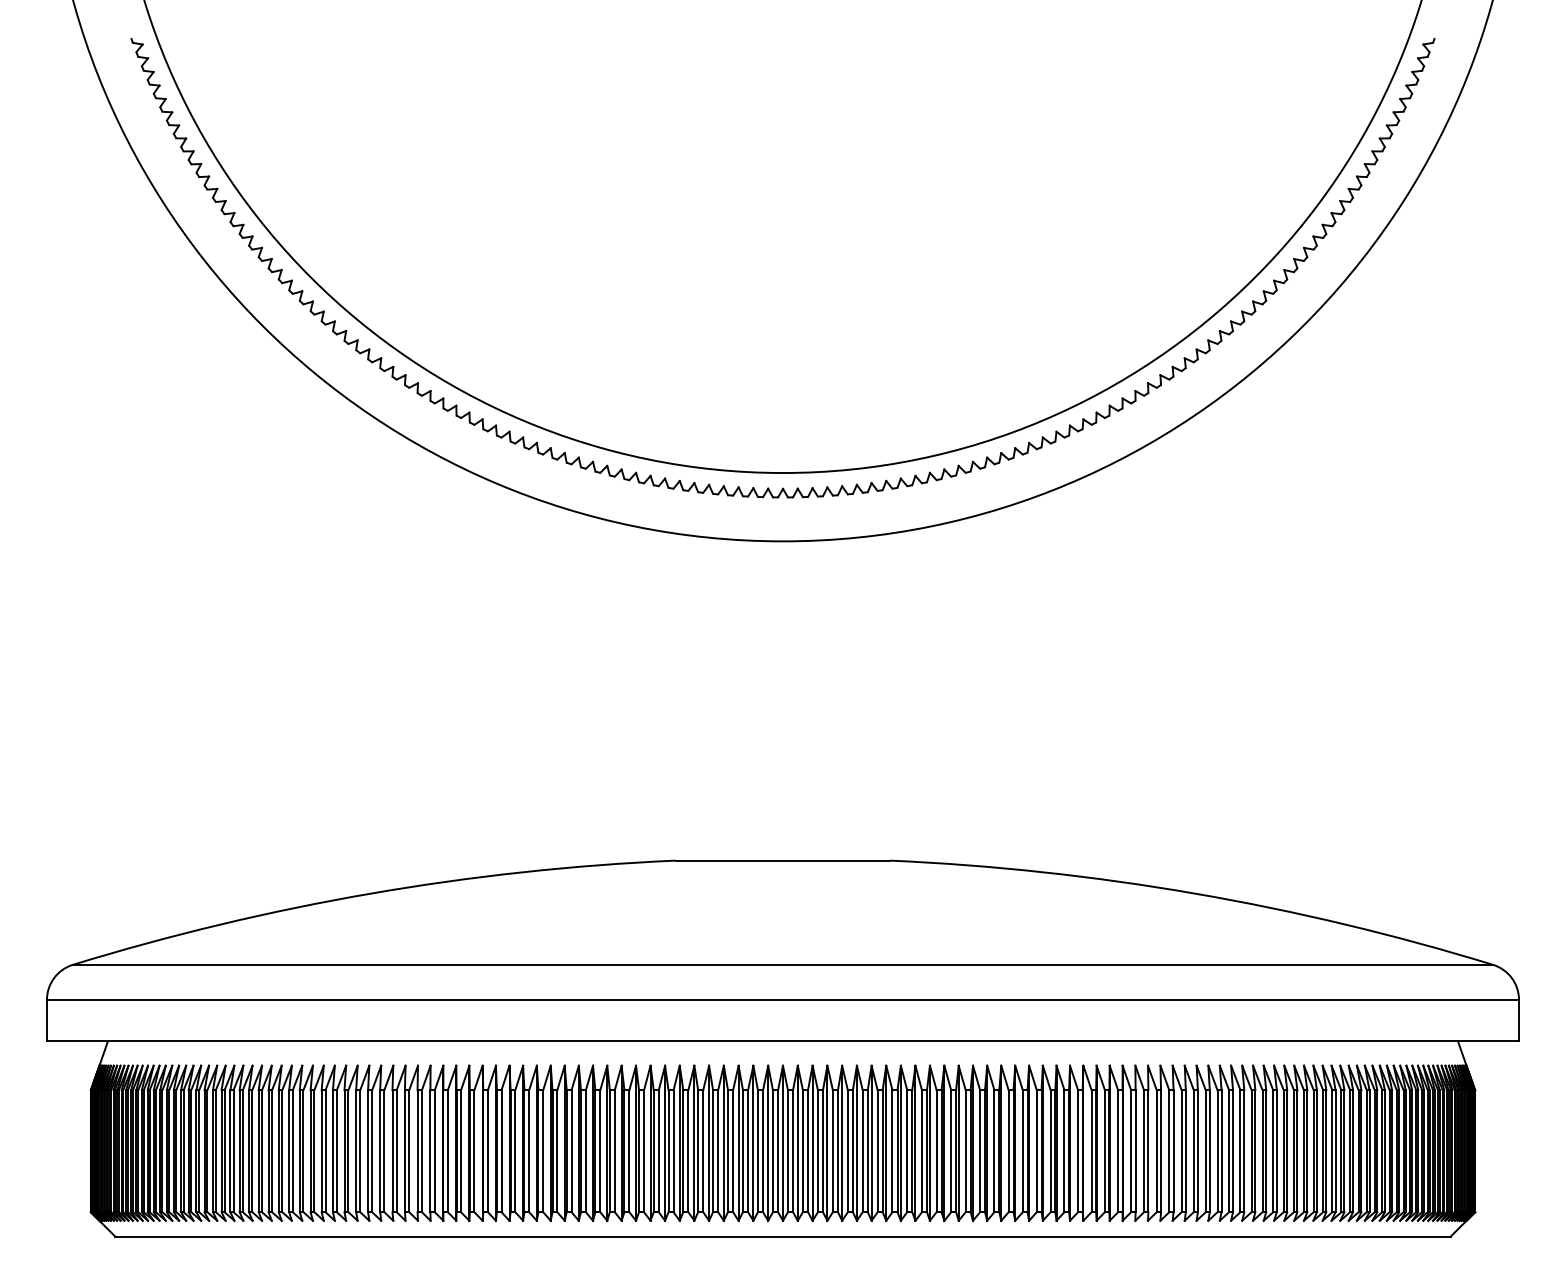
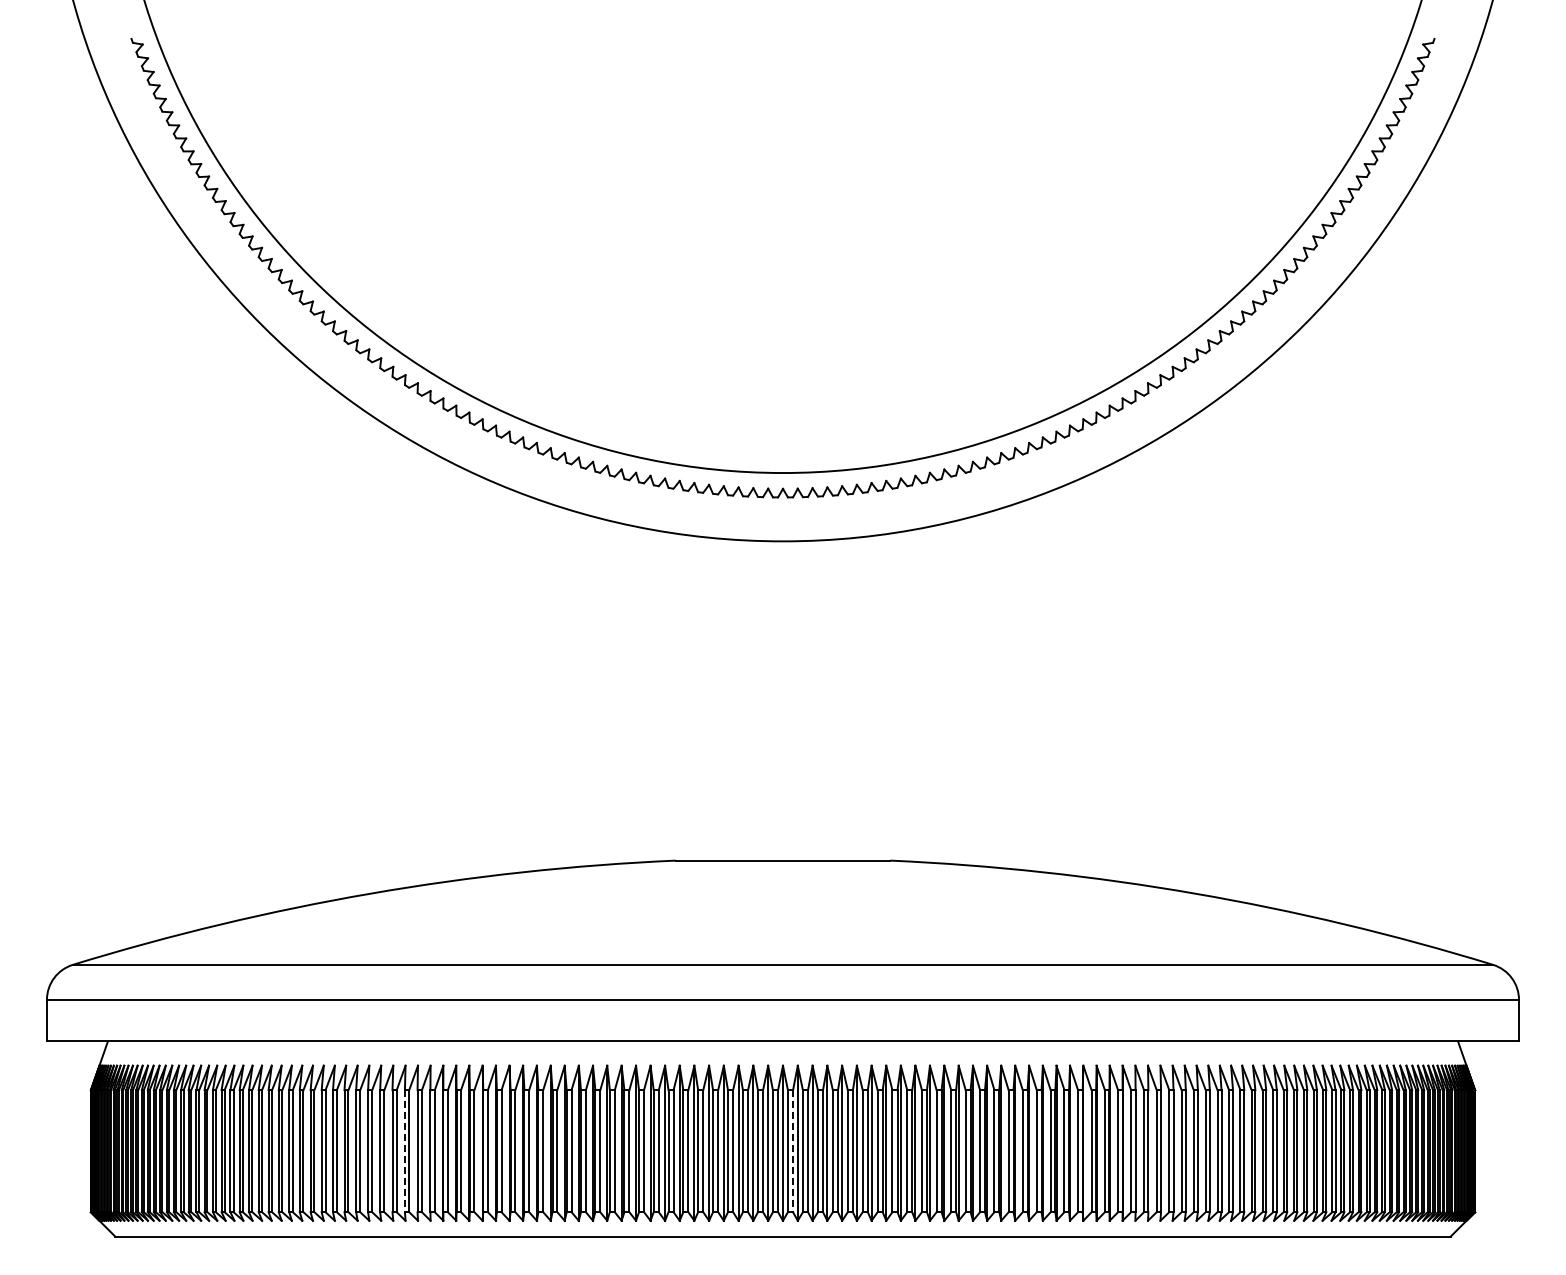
line at (404, 1151): solid -> dashed
line at (793, 1151): solid -> dashed
